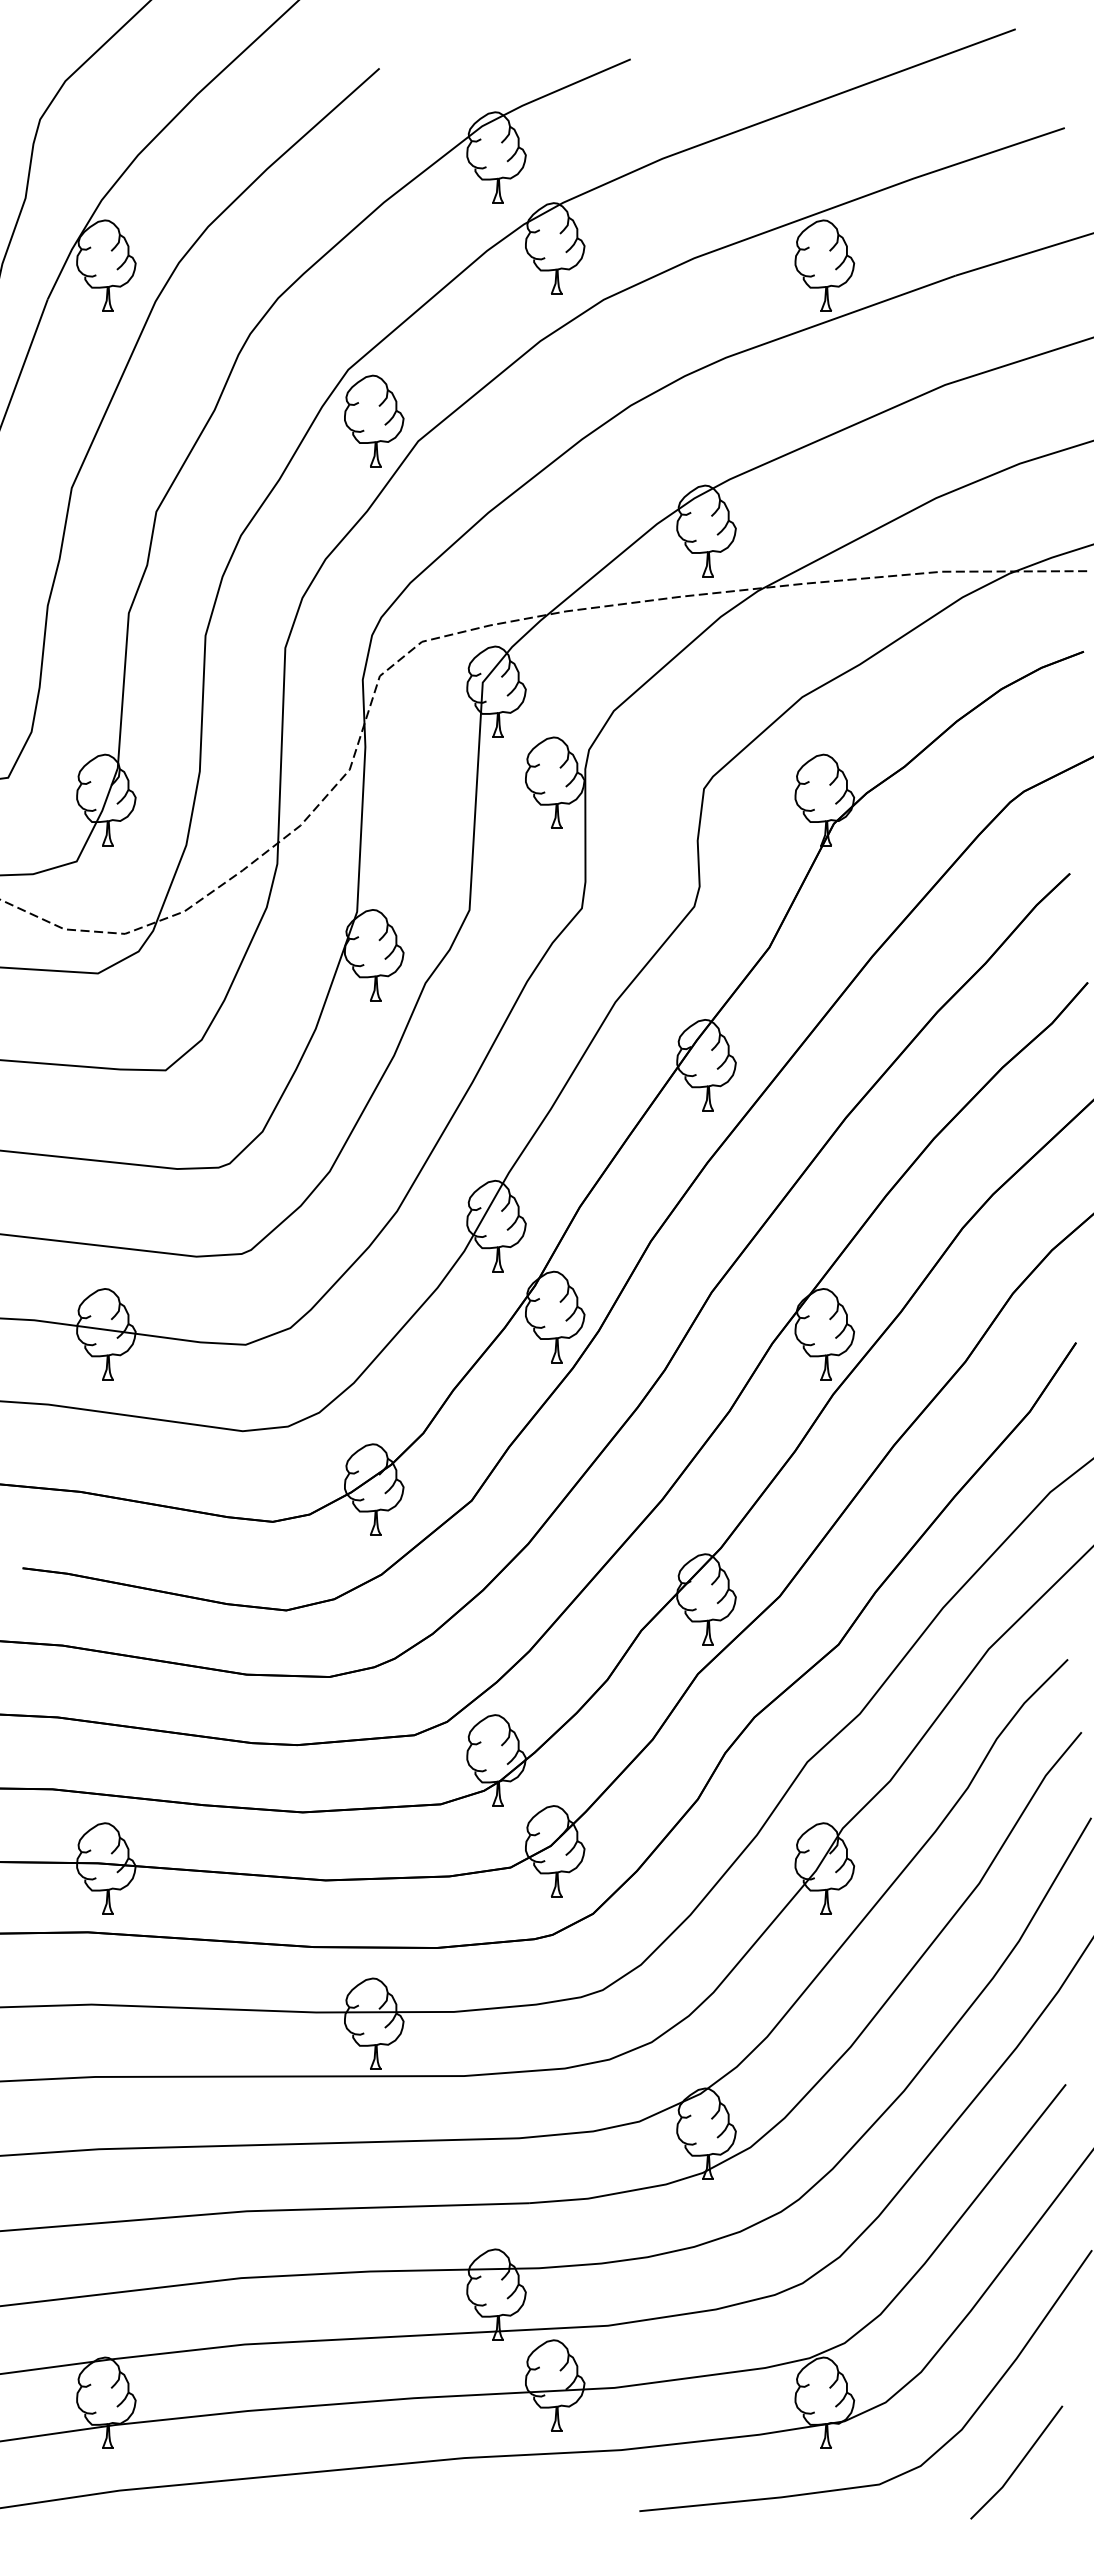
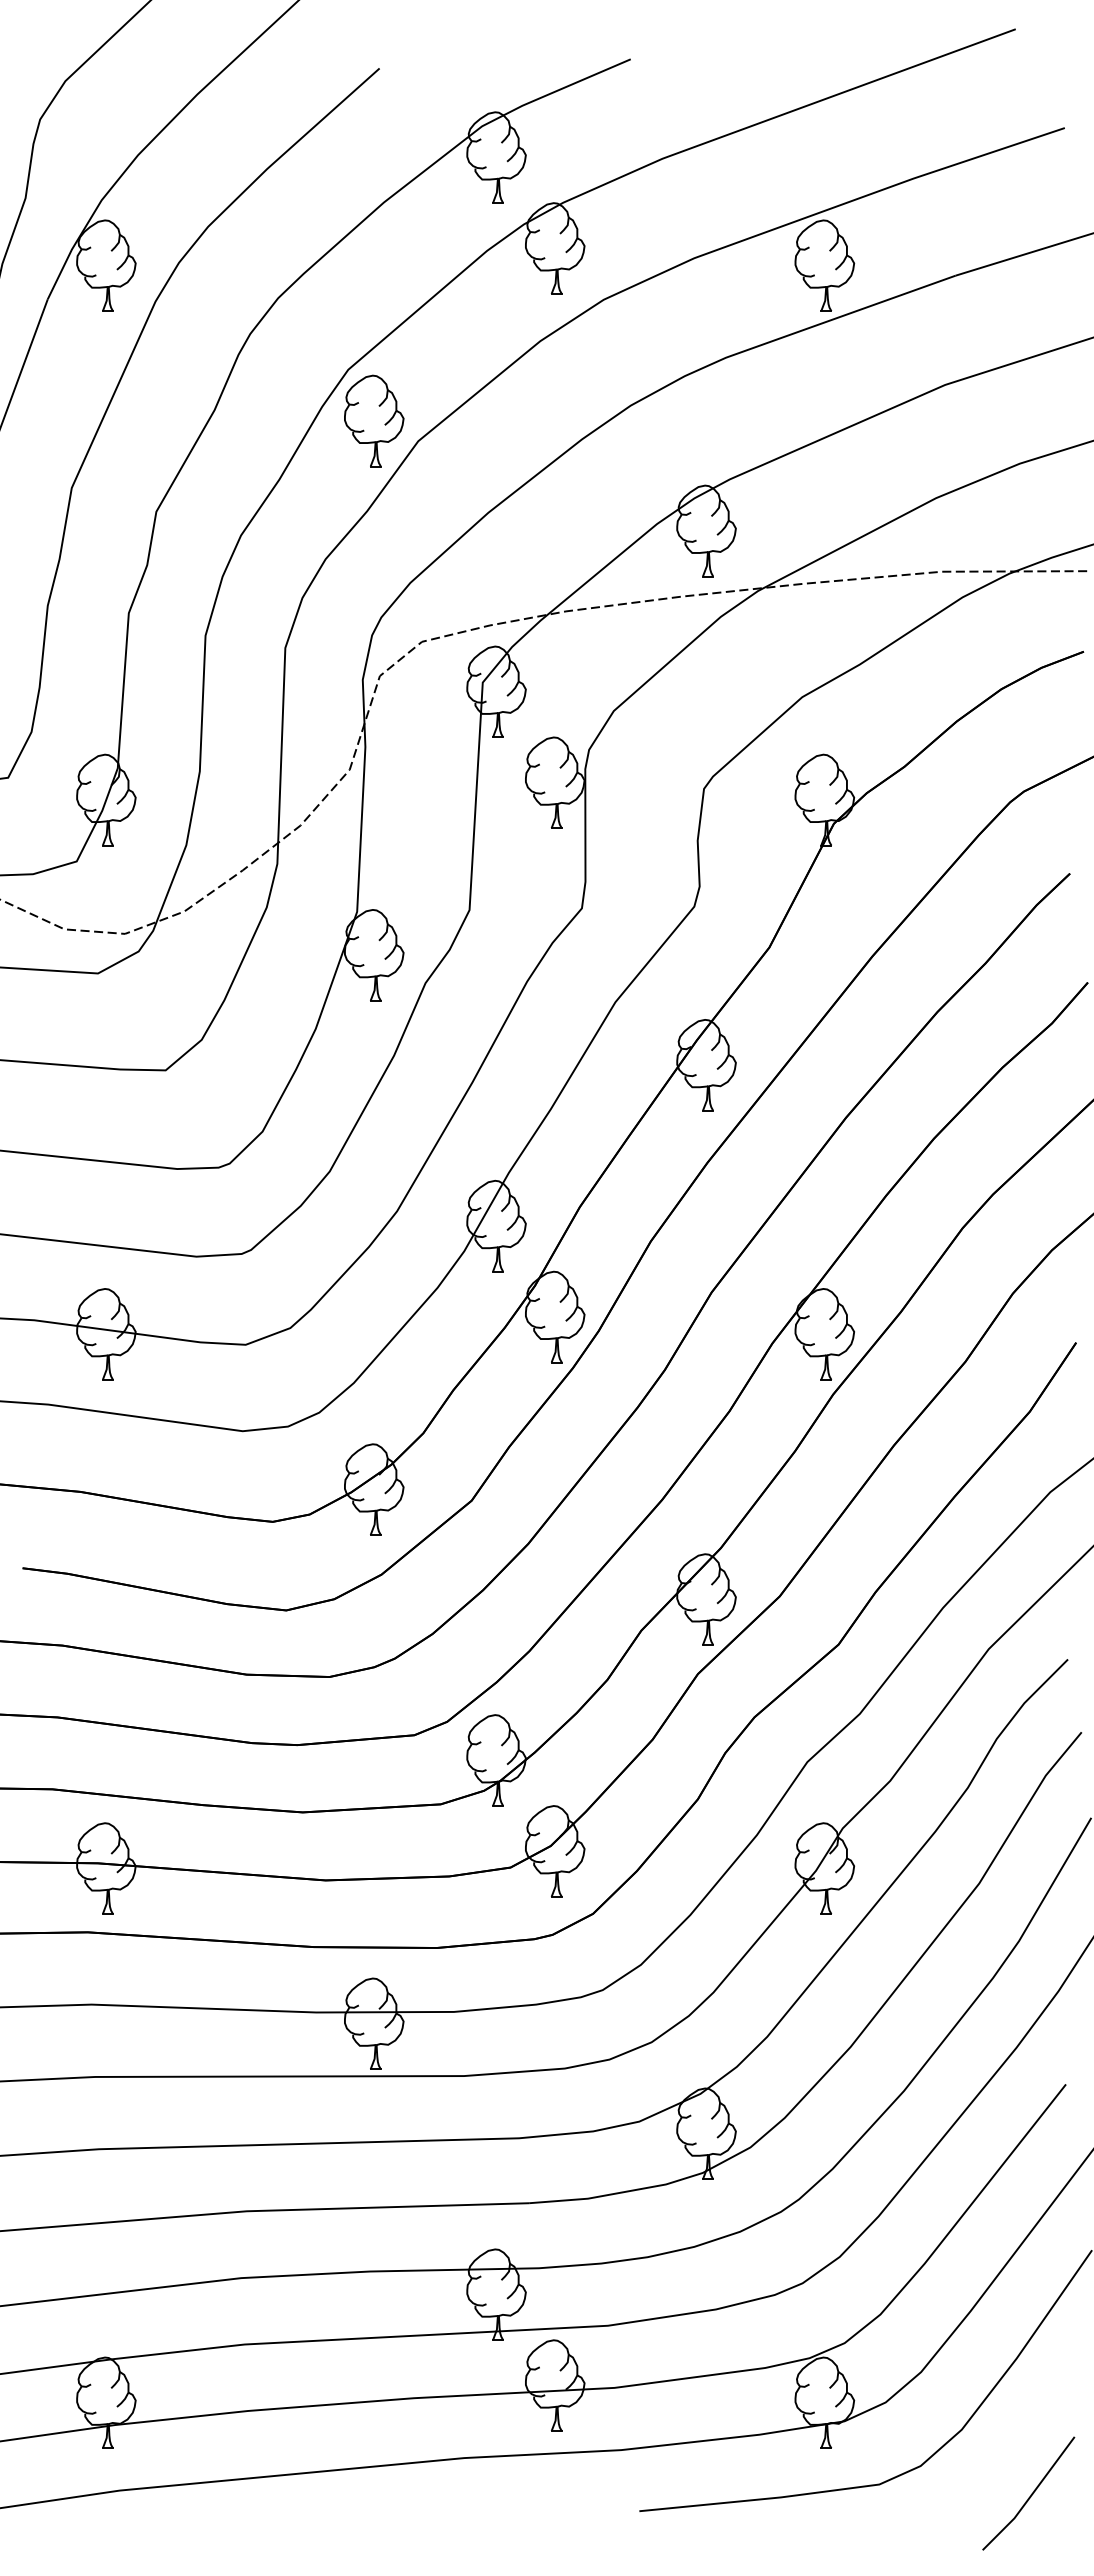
line at (1018, 2463) position: (1018, 2463) -> (1030, 2494)
